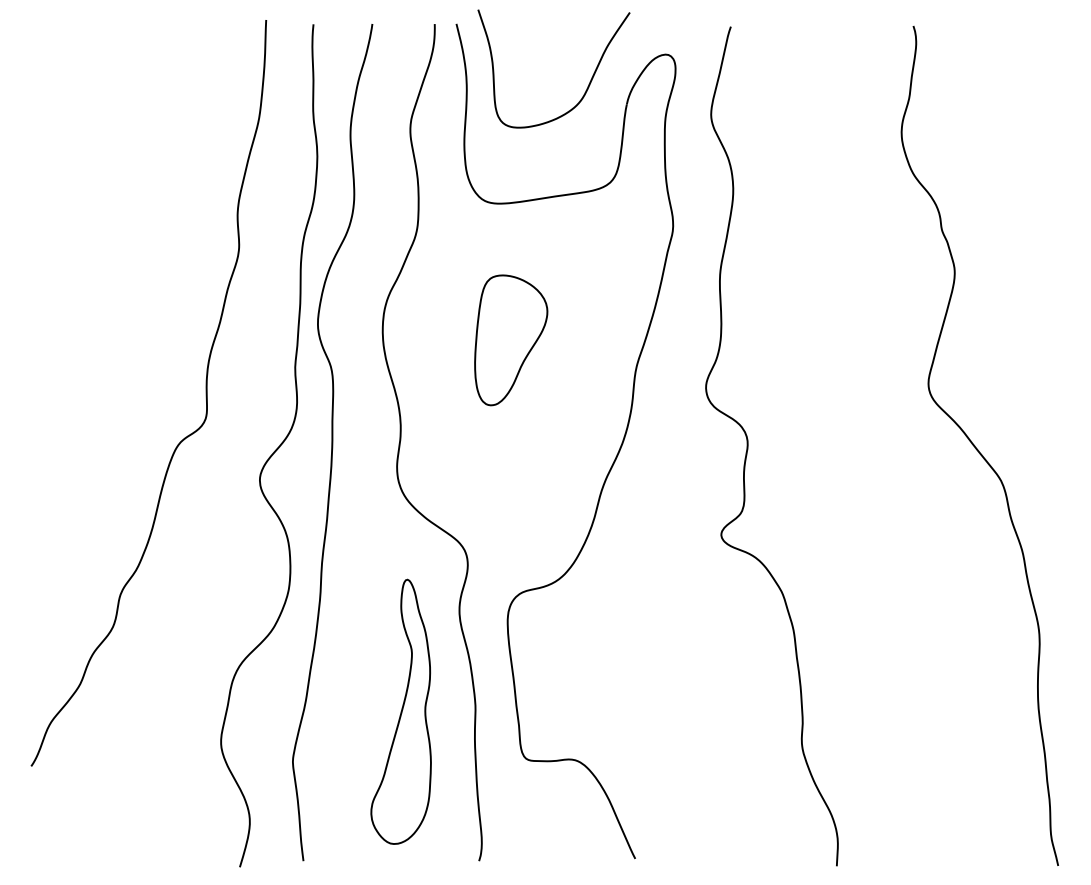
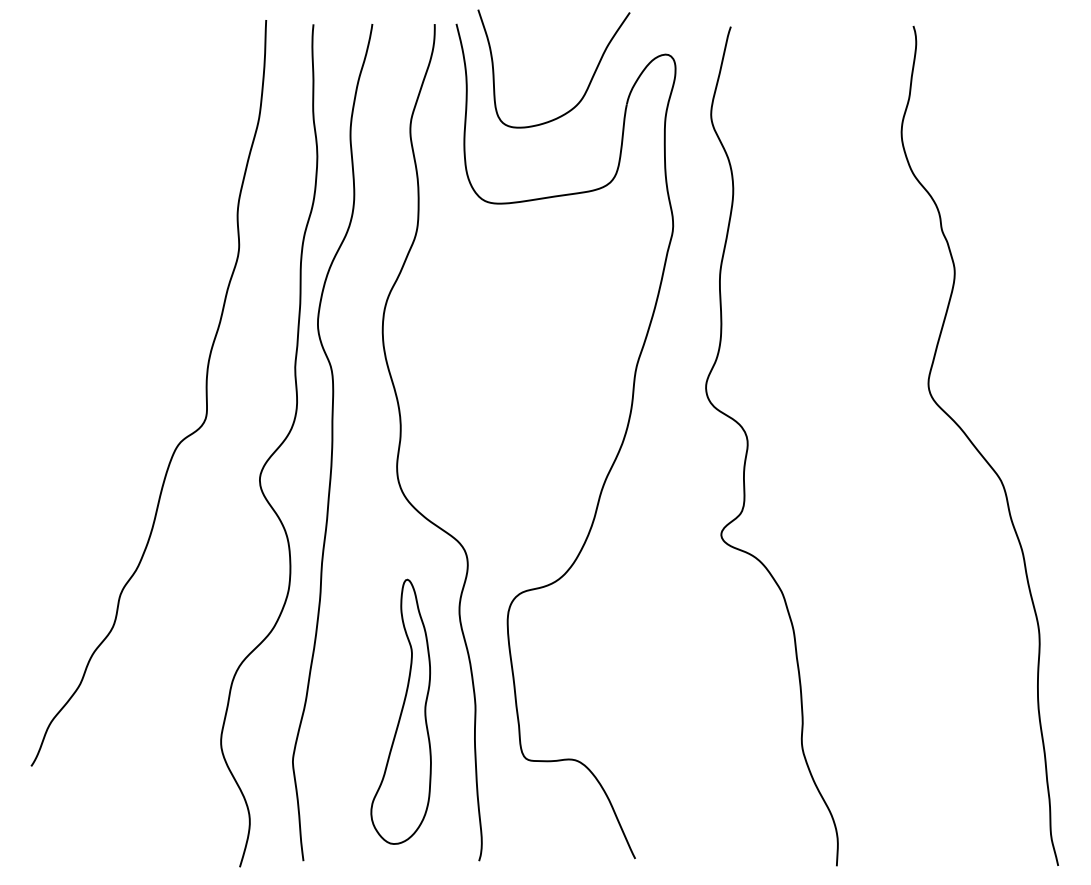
part at (511, 340): present -> none
